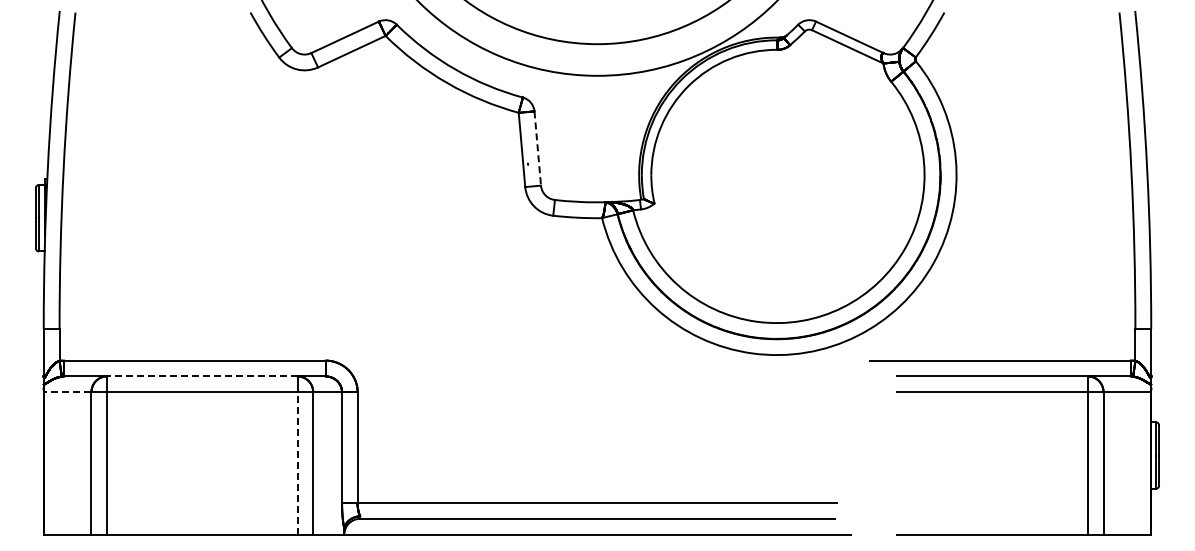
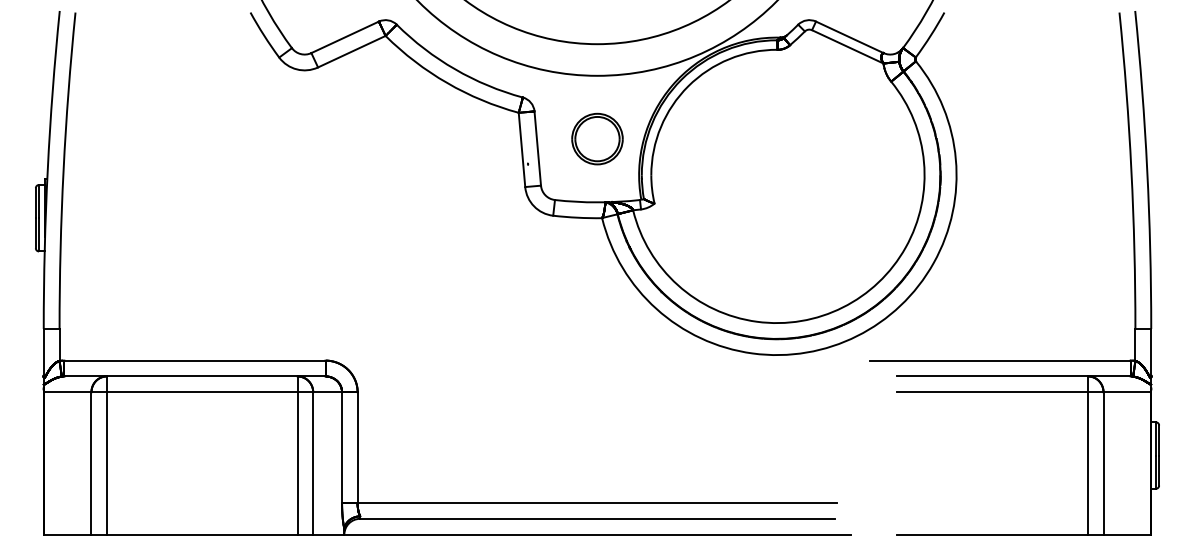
part at (597, 138): none -> present
line at (537, 149): dashed -> solid
line at (201, 376): dashed -> solid
line at (67, 392): dashed -> solid
line at (297, 462): dashed -> solid
